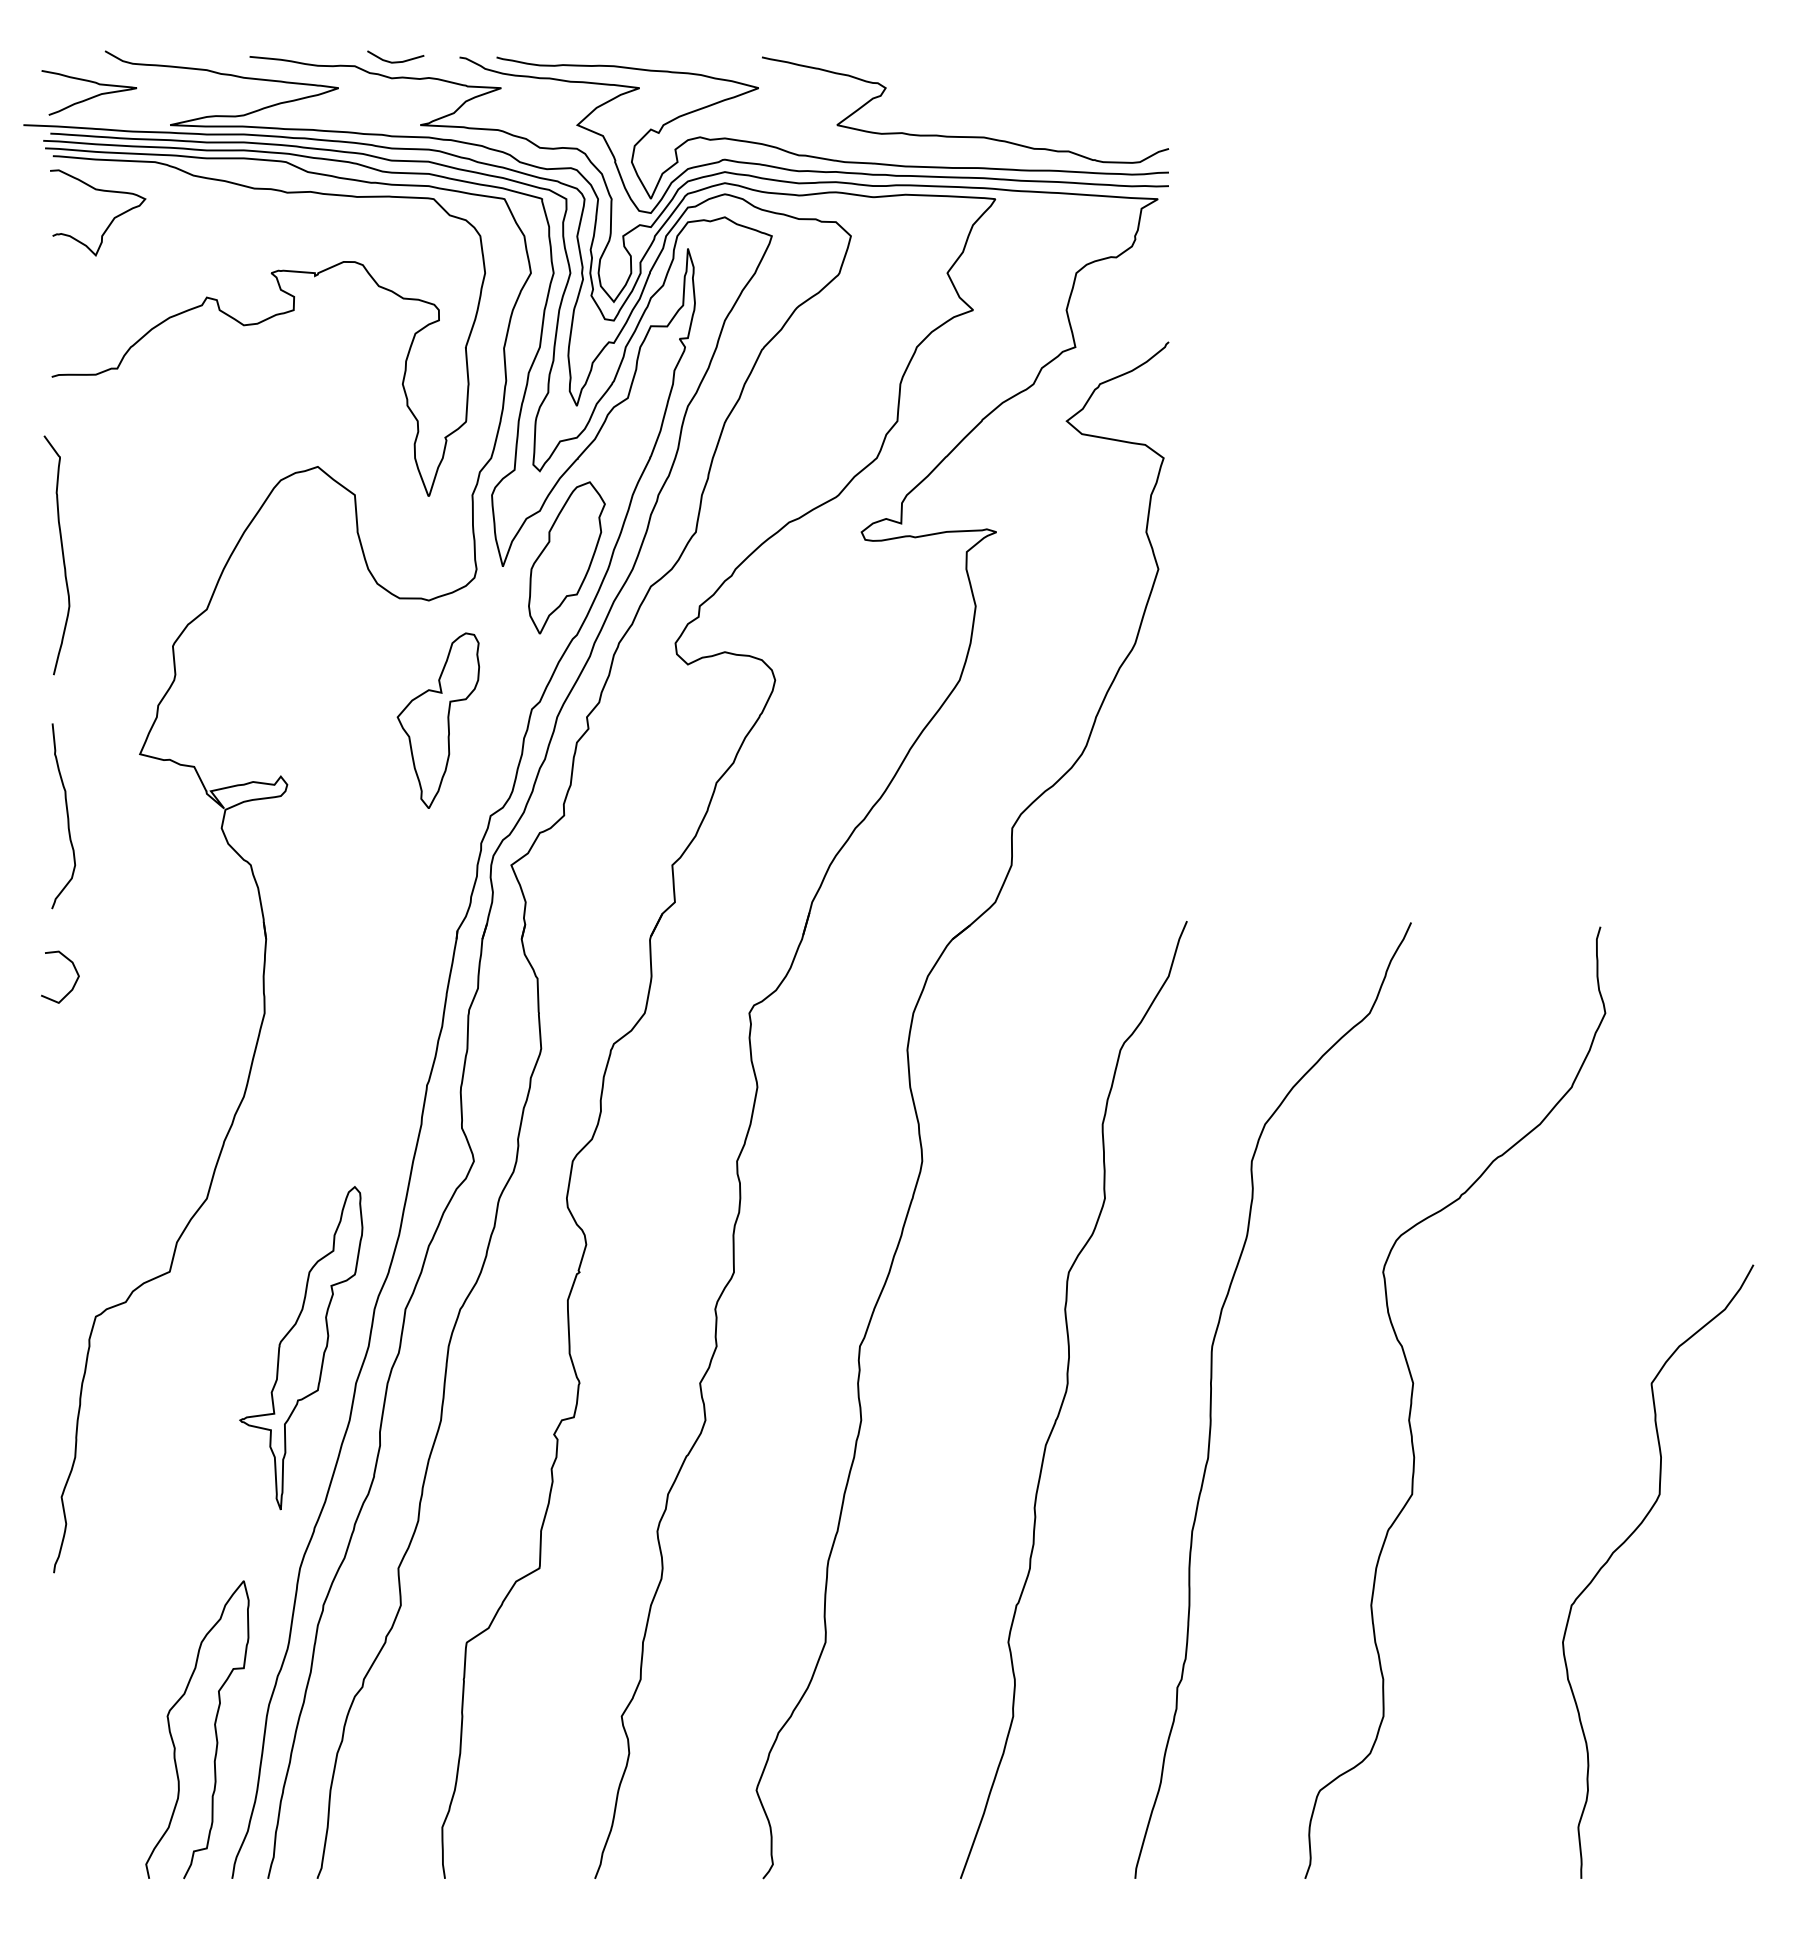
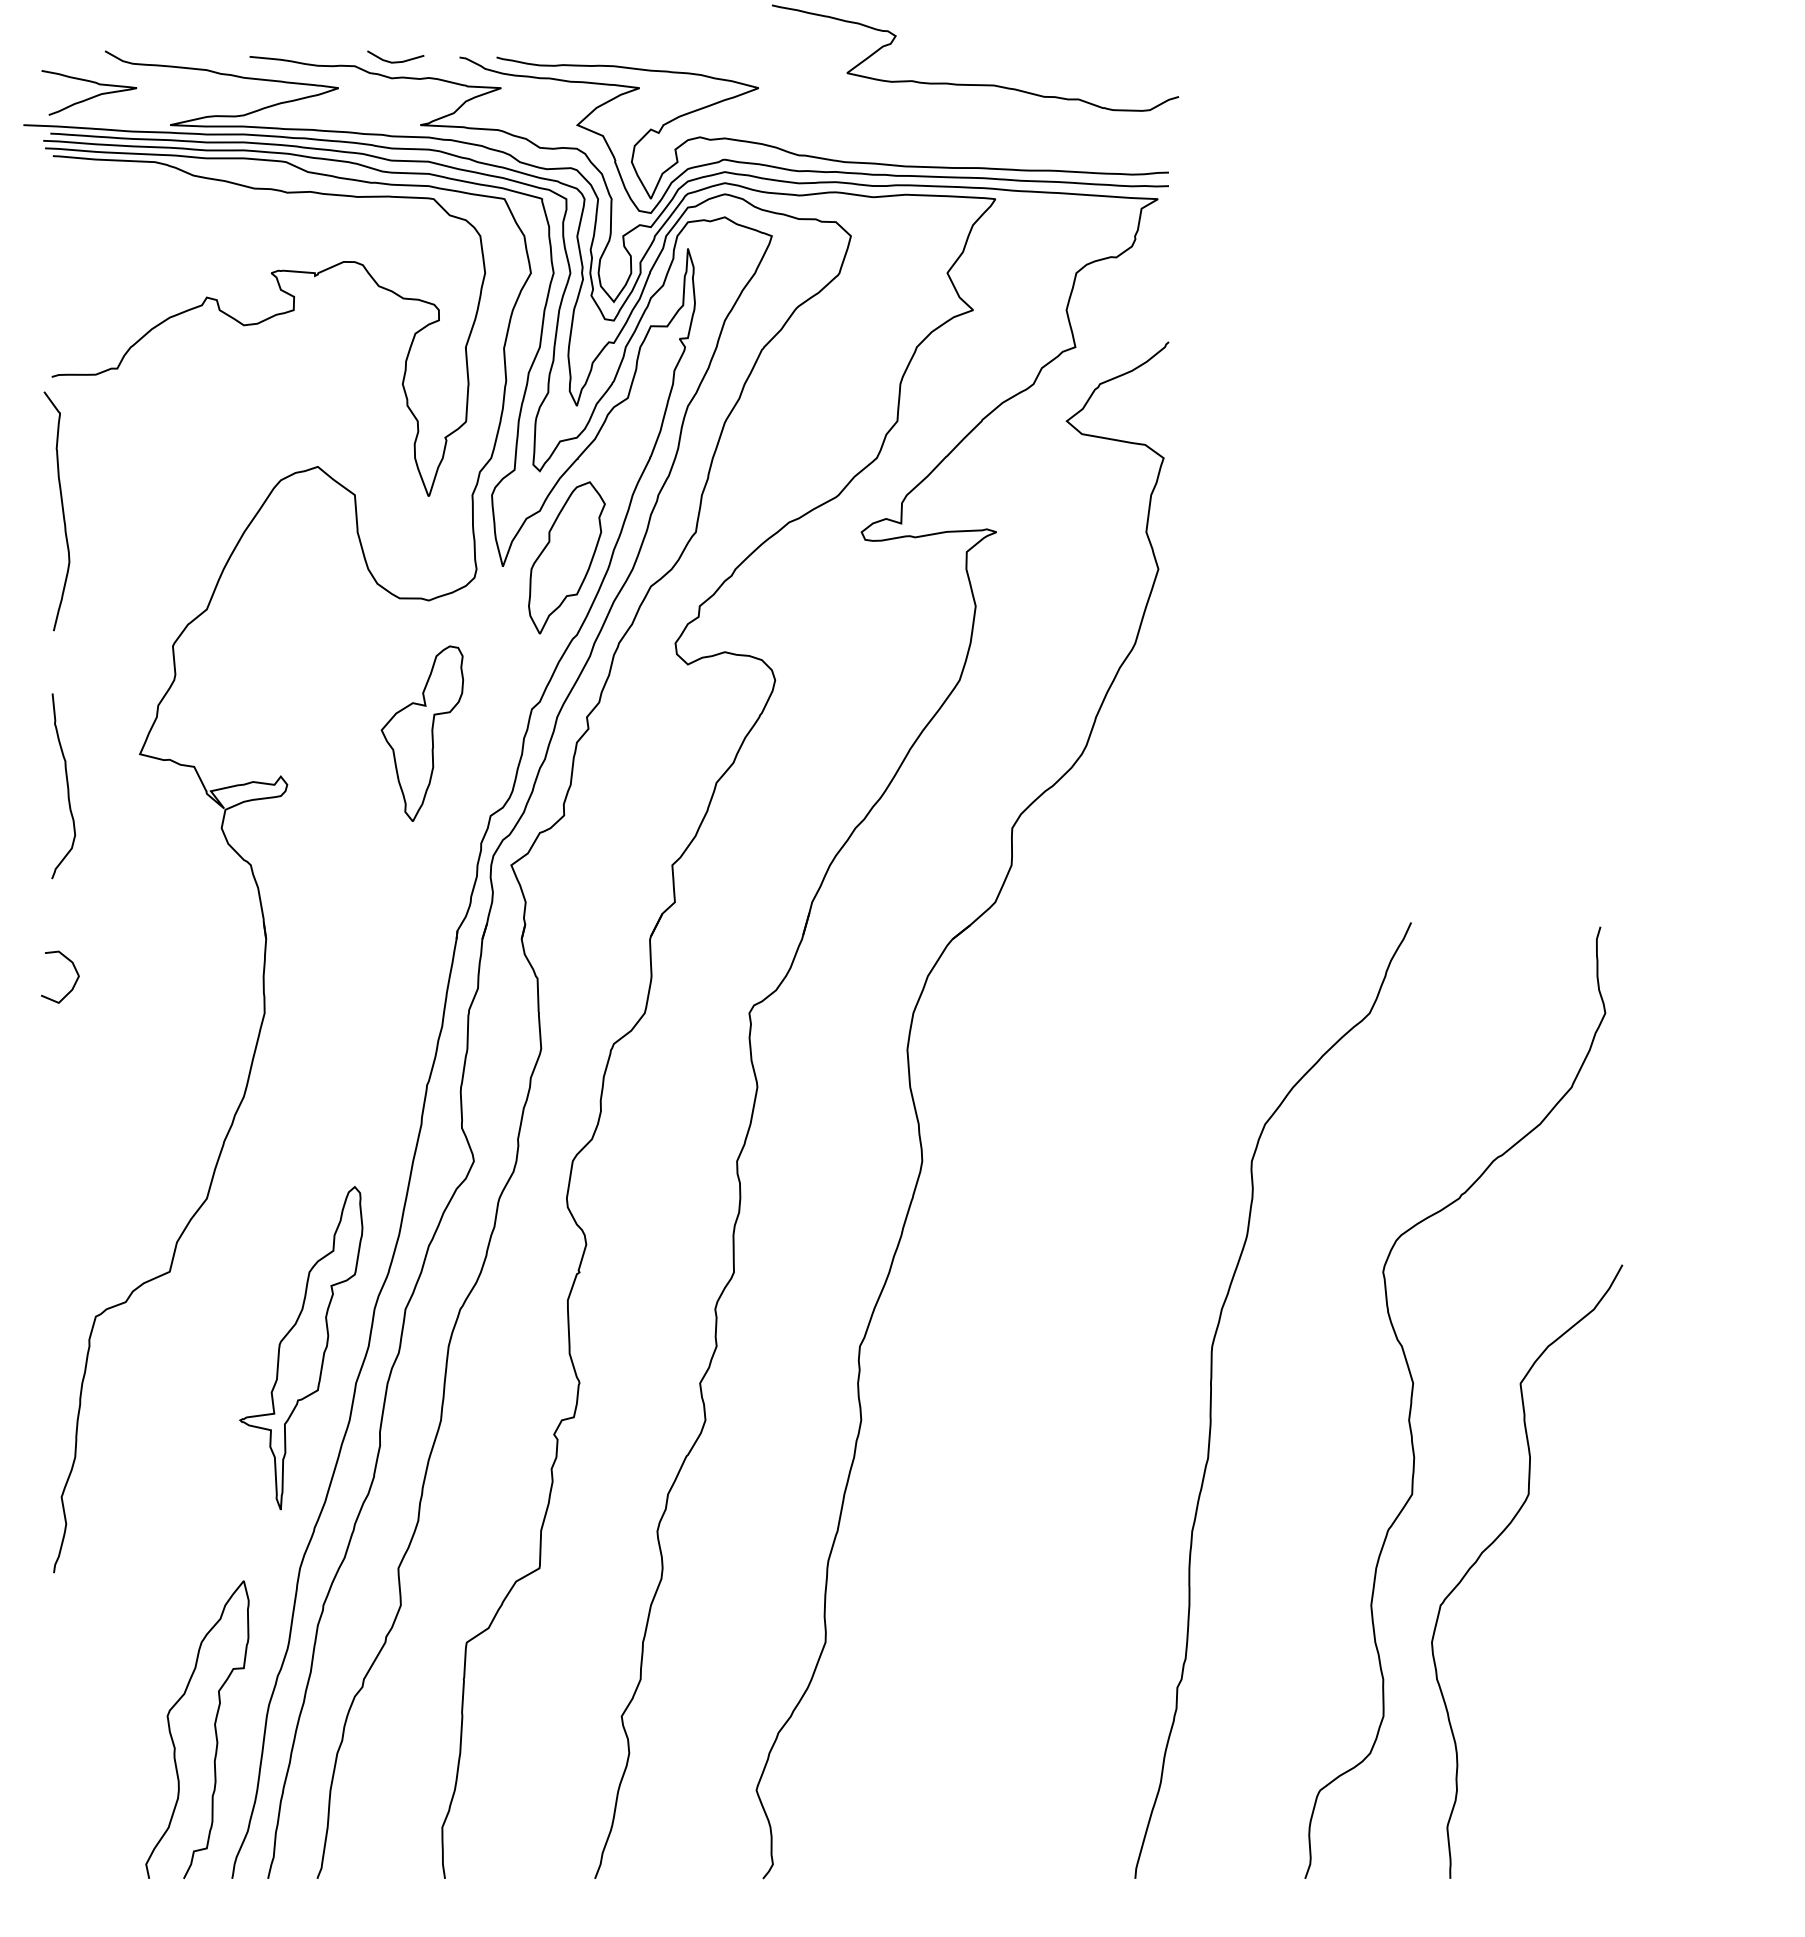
curve at (965, 136) position: (965, 136) -> (975, 84)
curve at (111, 220): present -> none
curve at (62, 555) position: (62, 555) -> (62, 511)
part at (437, 720) position: (437, 720) -> (421, 733)
curve at (66, 814) position: (66, 814) -> (66, 784)
curve at (1065, 1397): present -> none
curve at (1627, 1540) position: (1627, 1540) -> (1496, 1540)
